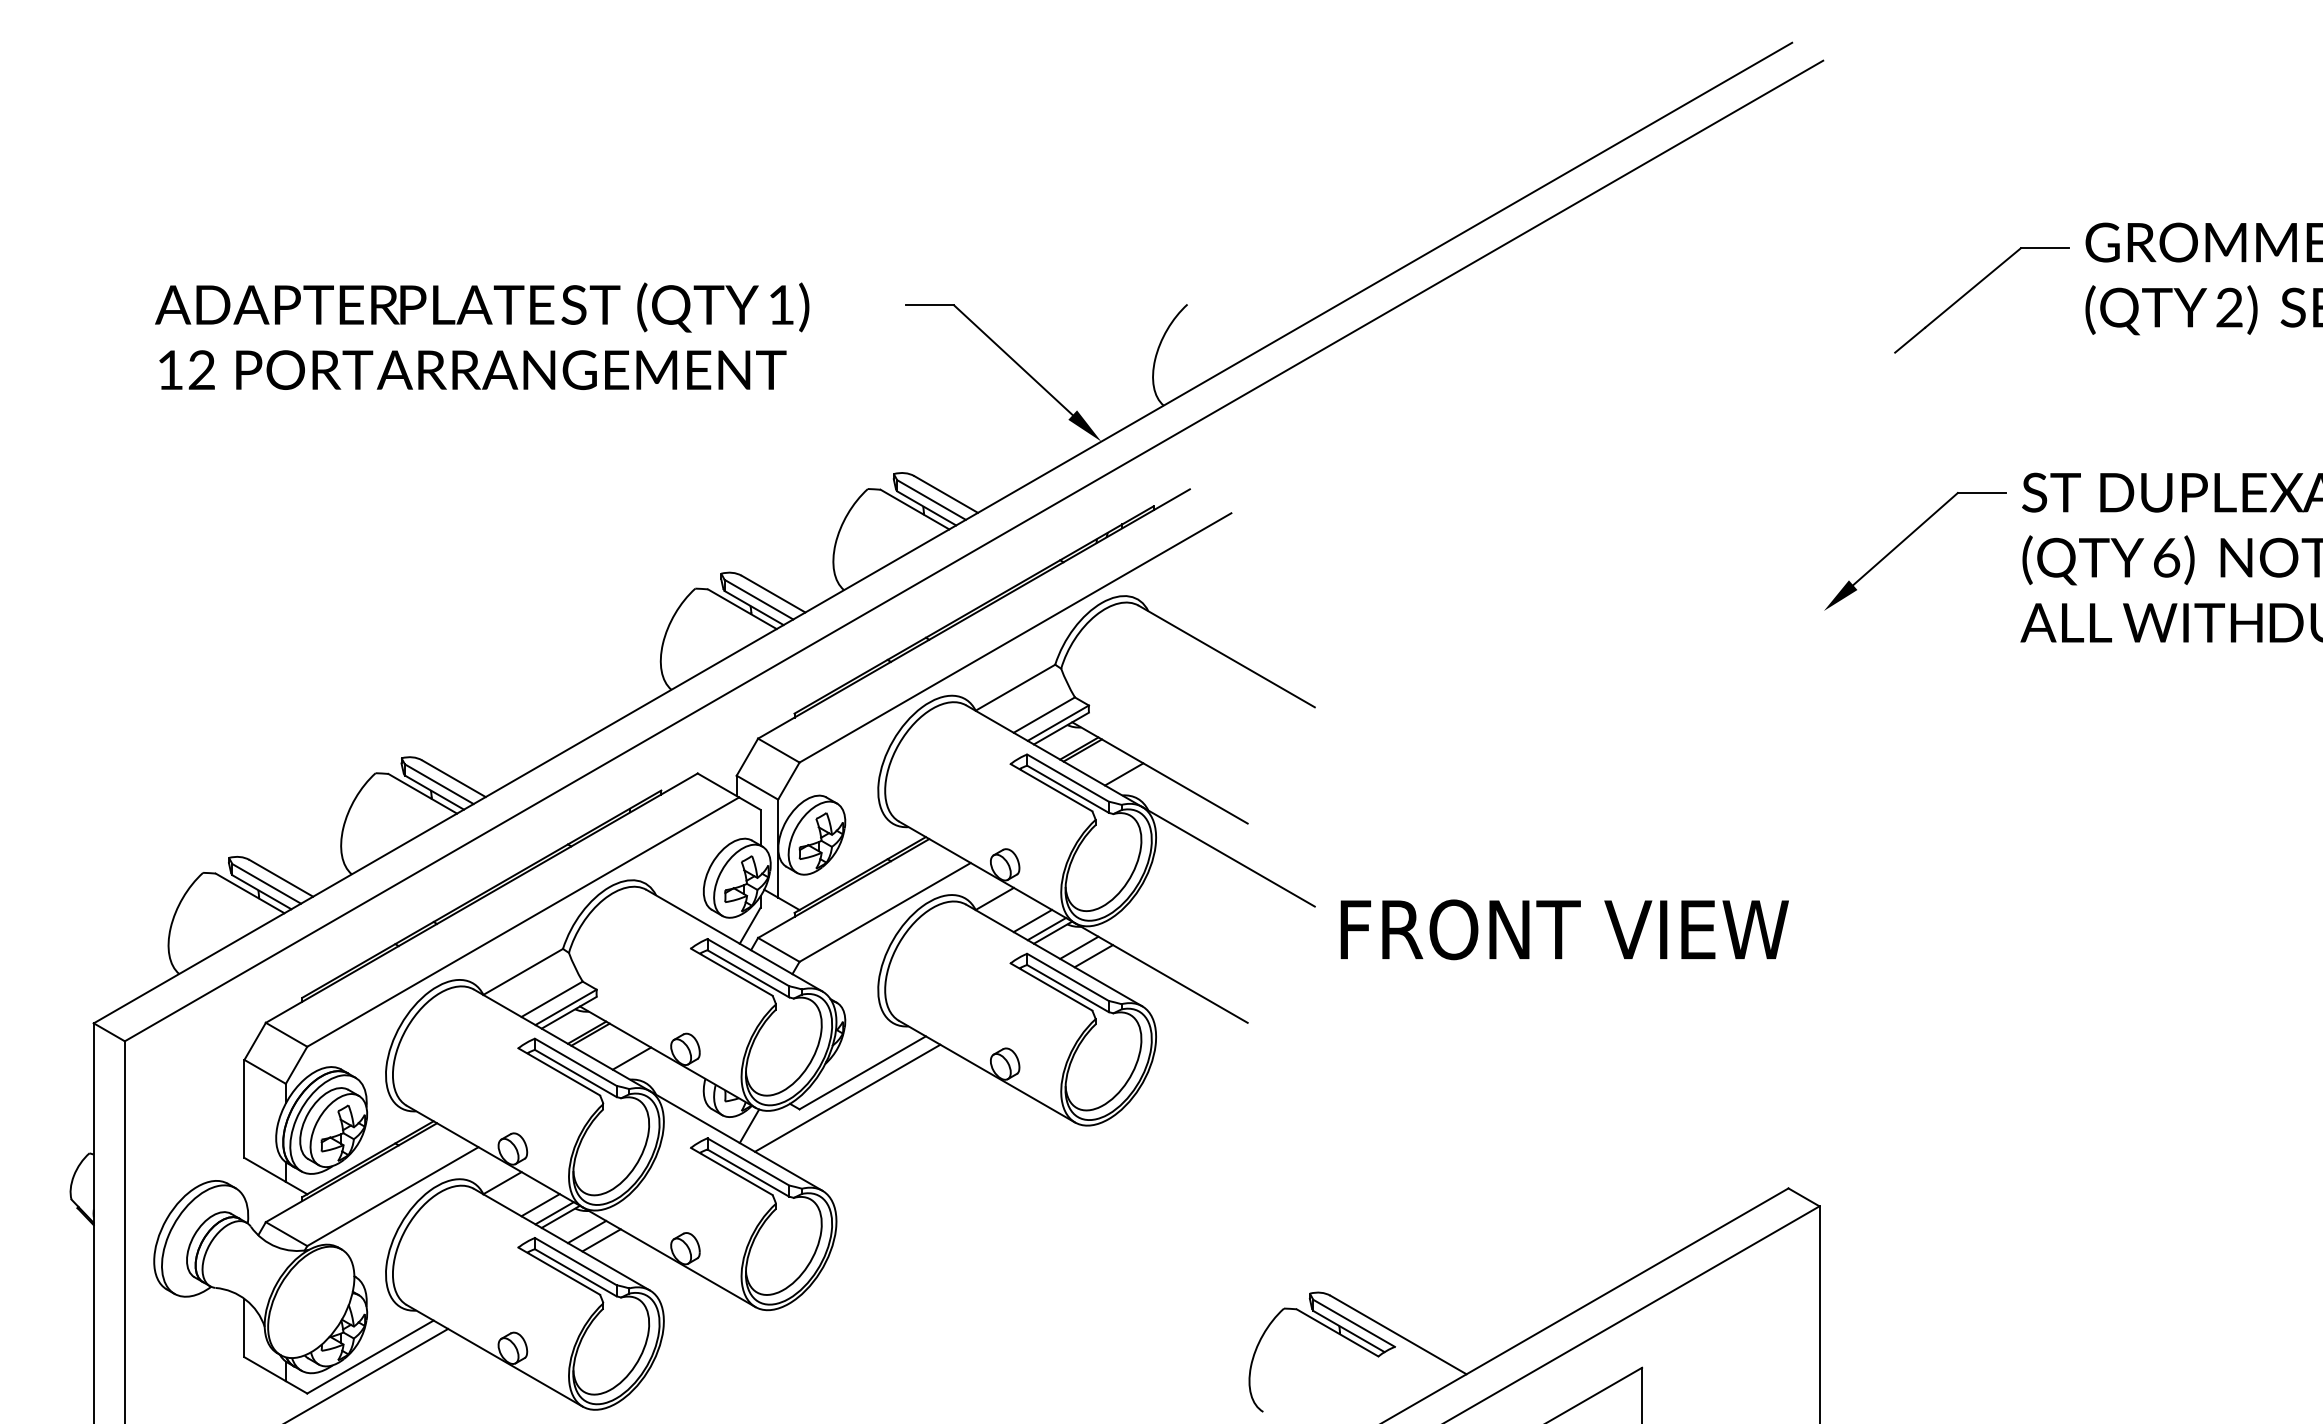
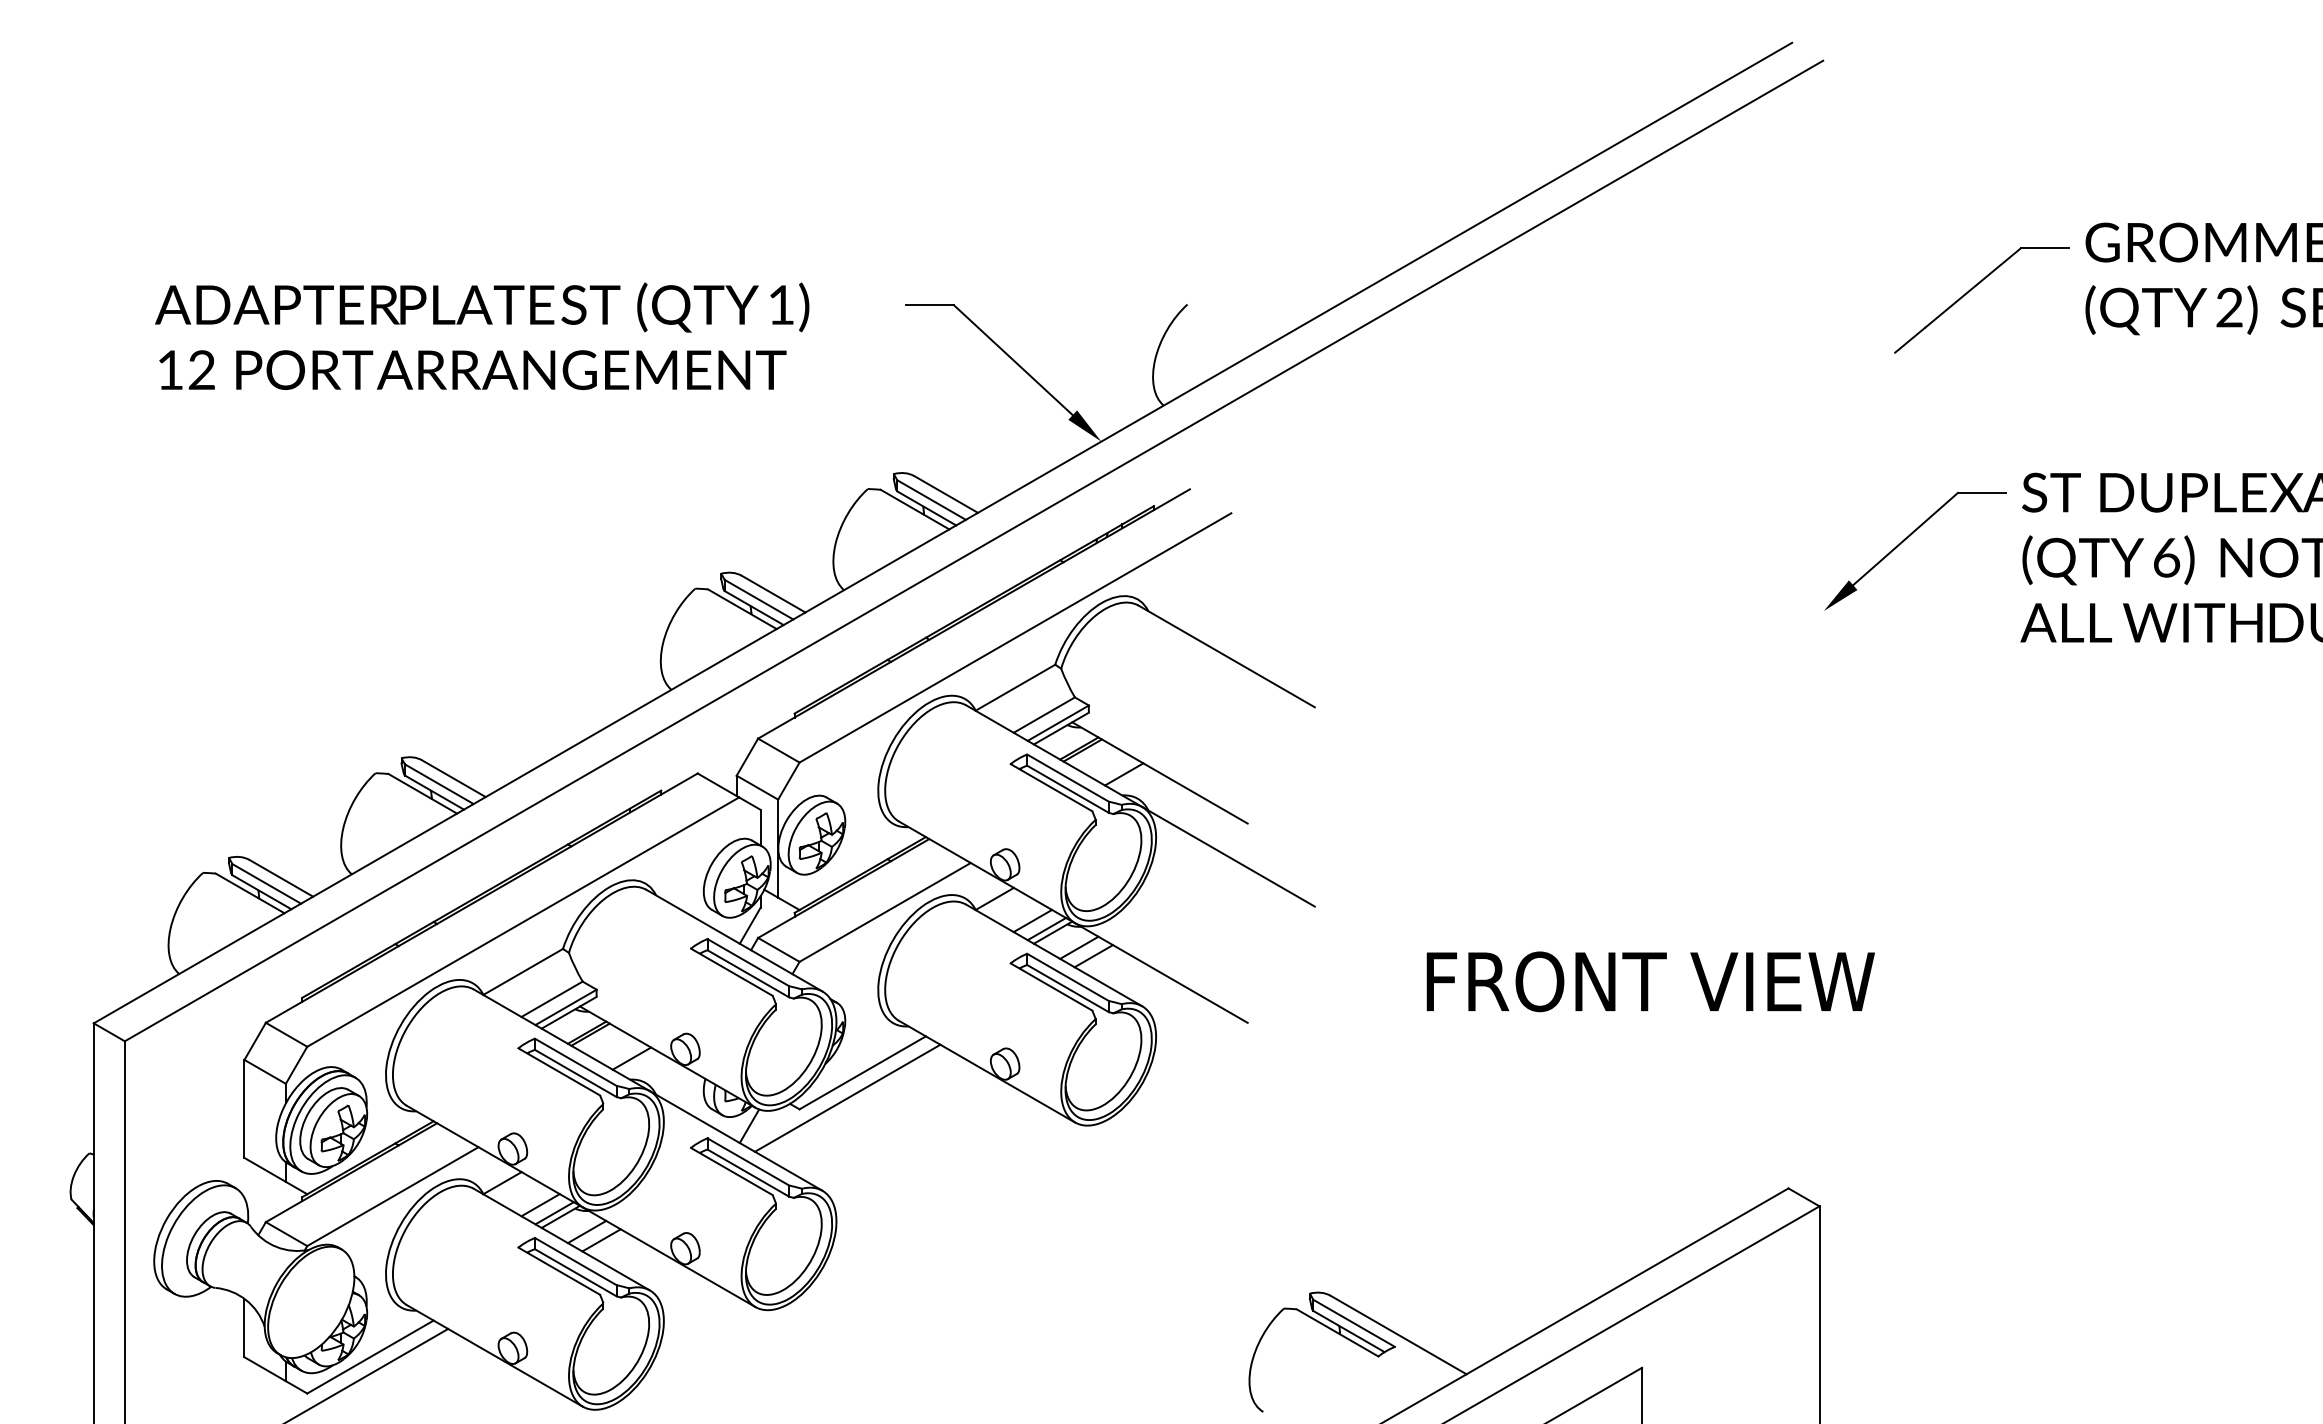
text at (1564, 929) position: (1564, 929) -> (1650, 981)
